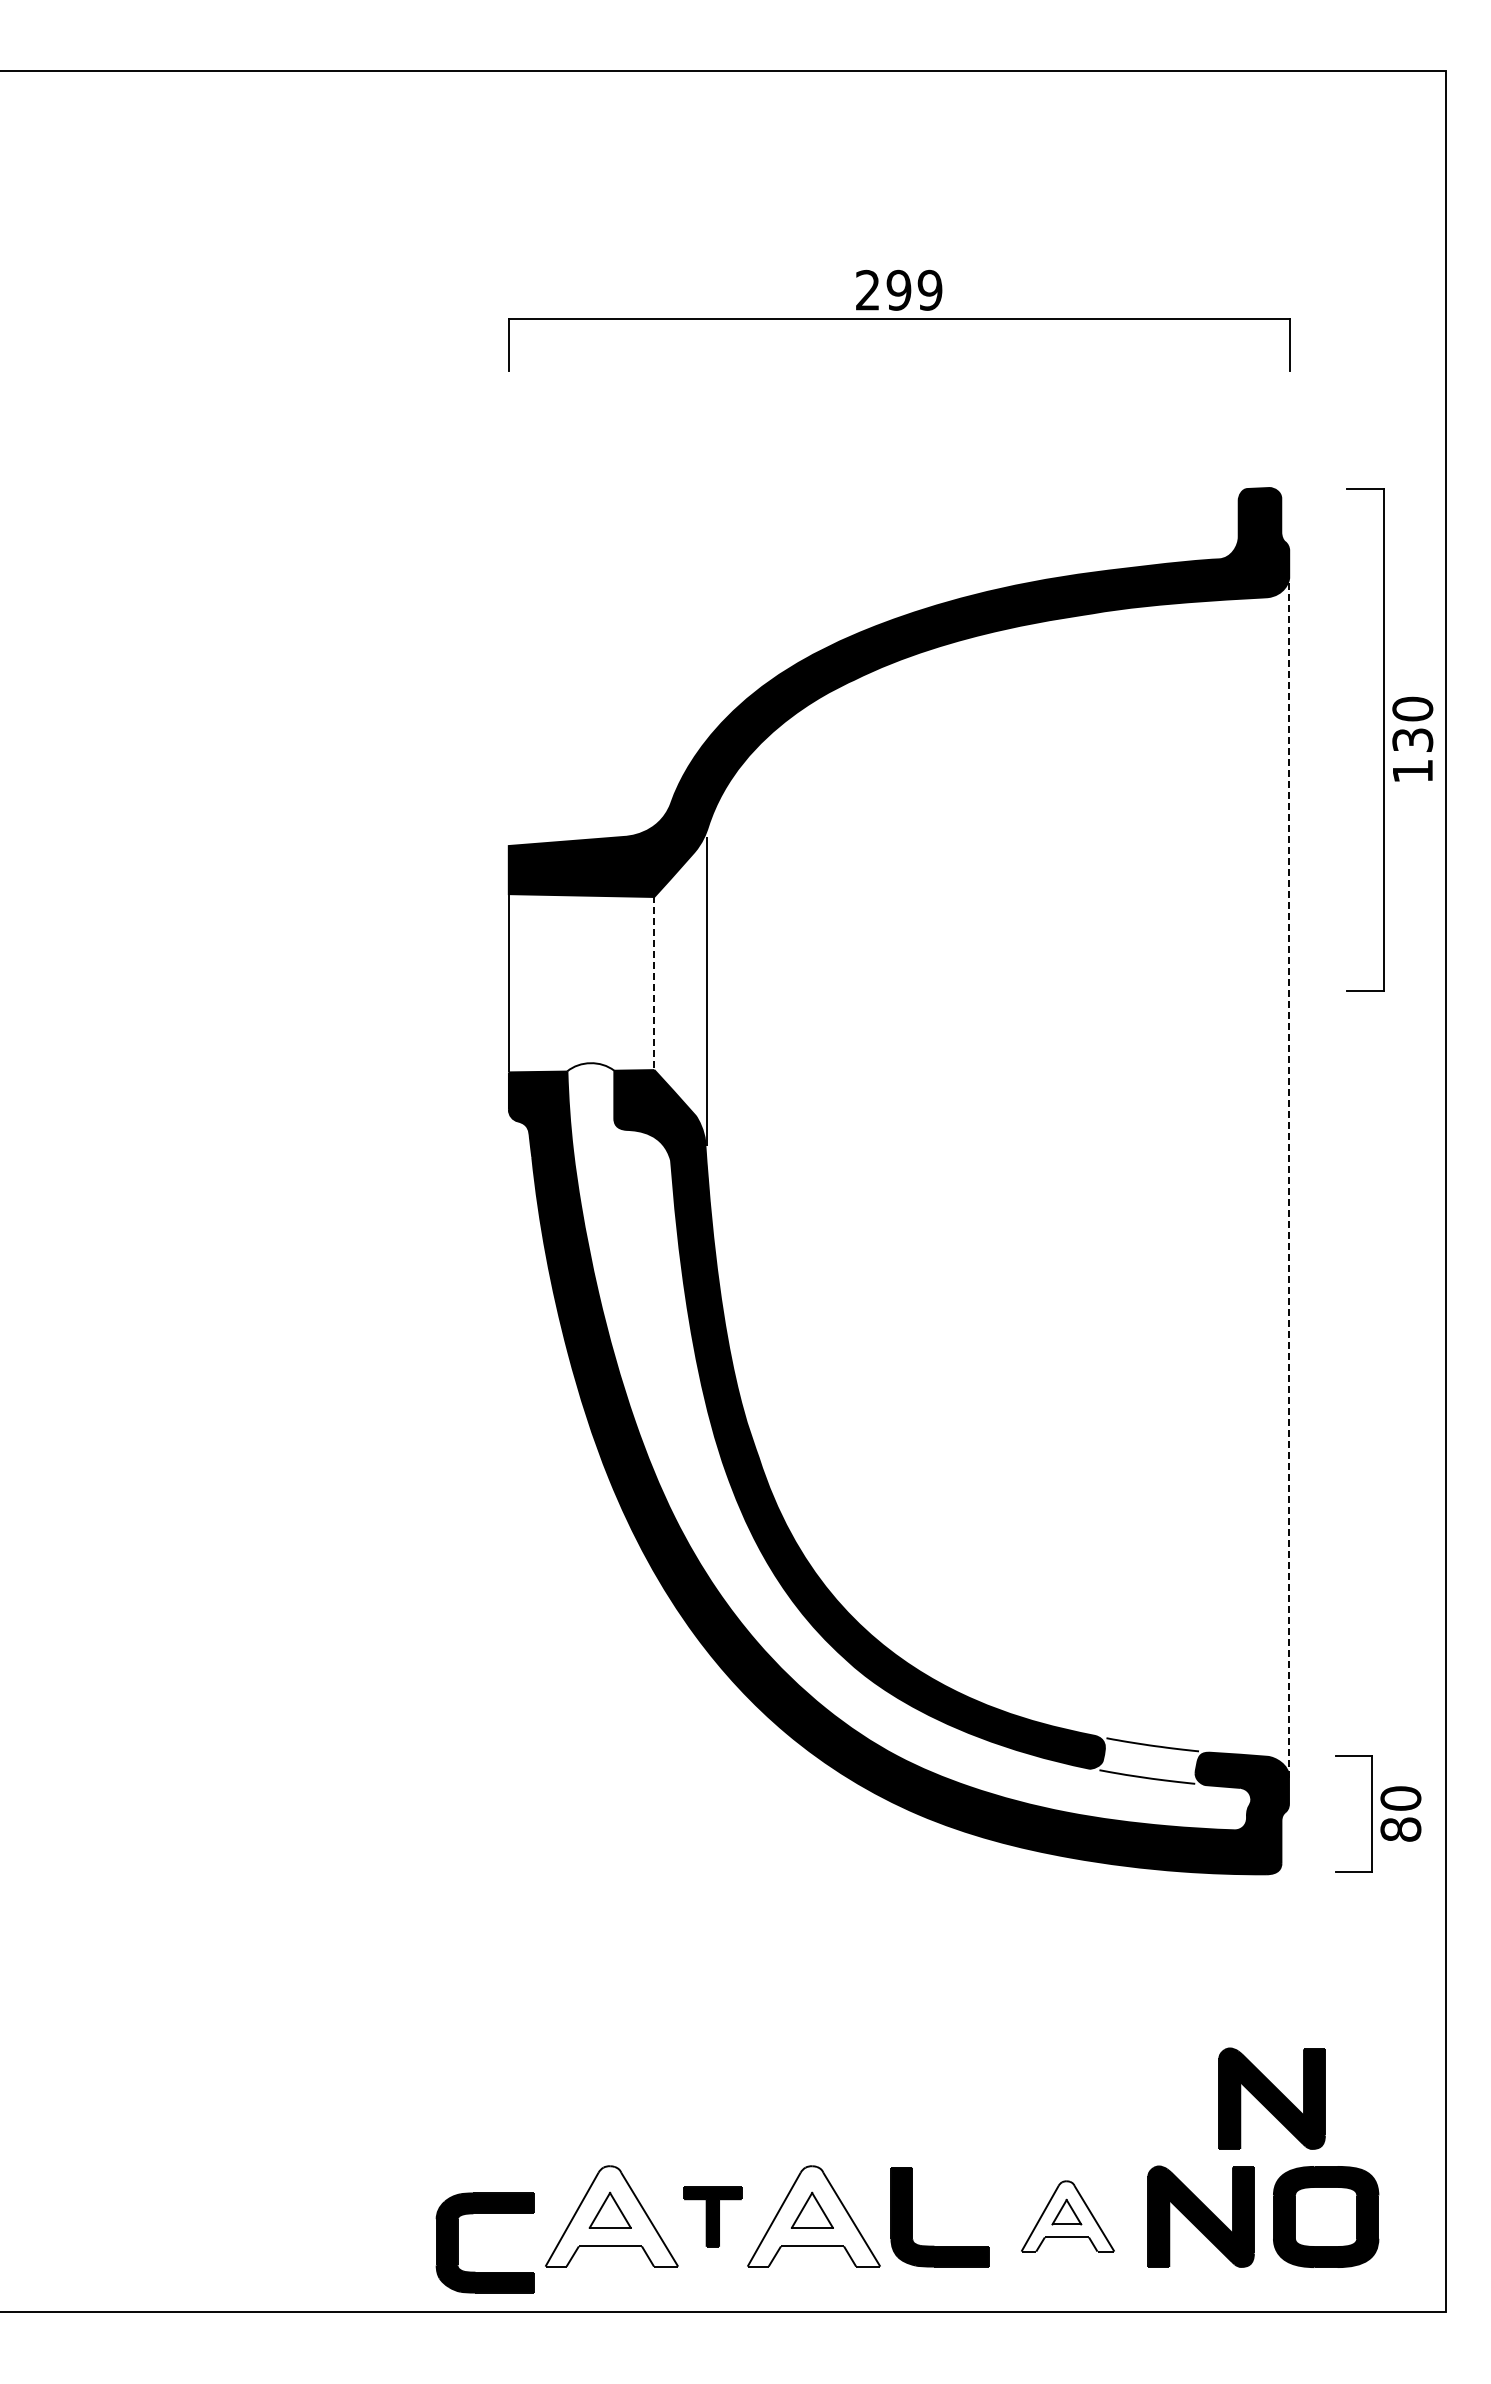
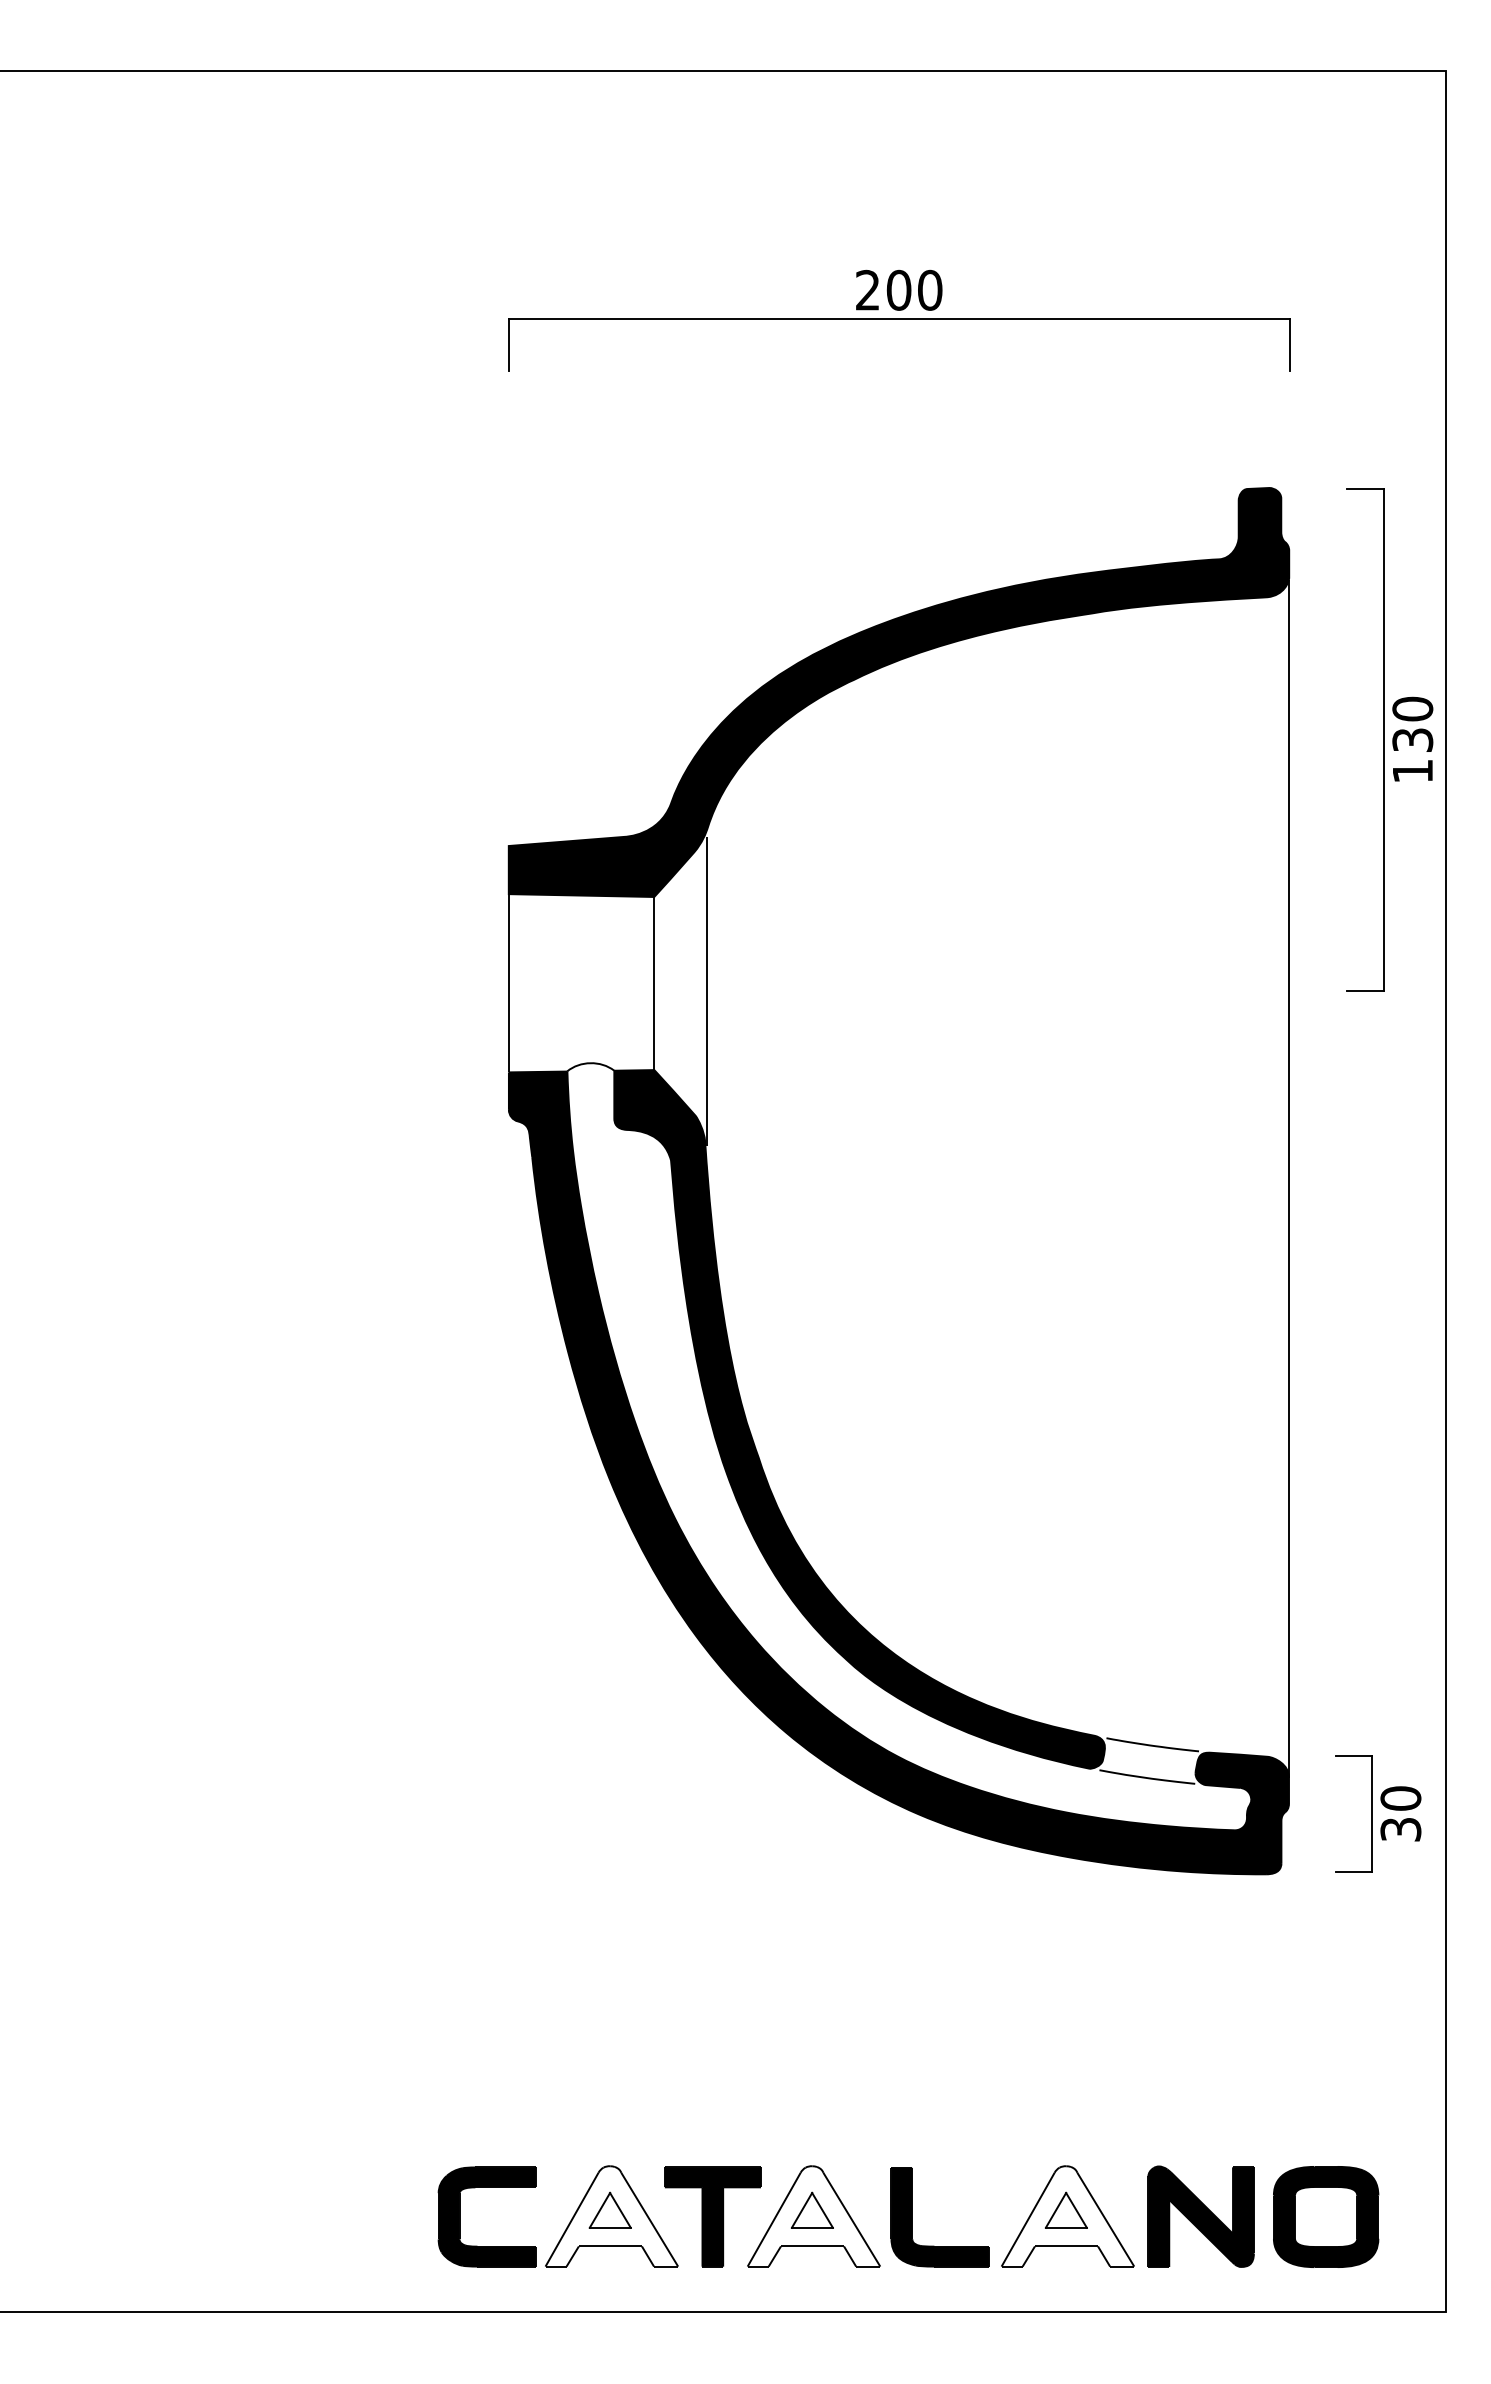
text at (914, 290): 299 -> 200
line at (654, 983): dashed -> solid
line at (1288, 1178): dashed -> solid
text at (1400, 1829): 80 -> 30
part at (1271, 2098): present -> none
part at (712, 2216) size: 60x62 px -> 98x102 px
part at (1067, 2216) size: 94x73 px -> 134x103 px
part at (458, 2242) position: (458, 2242) -> (460, 2216)
